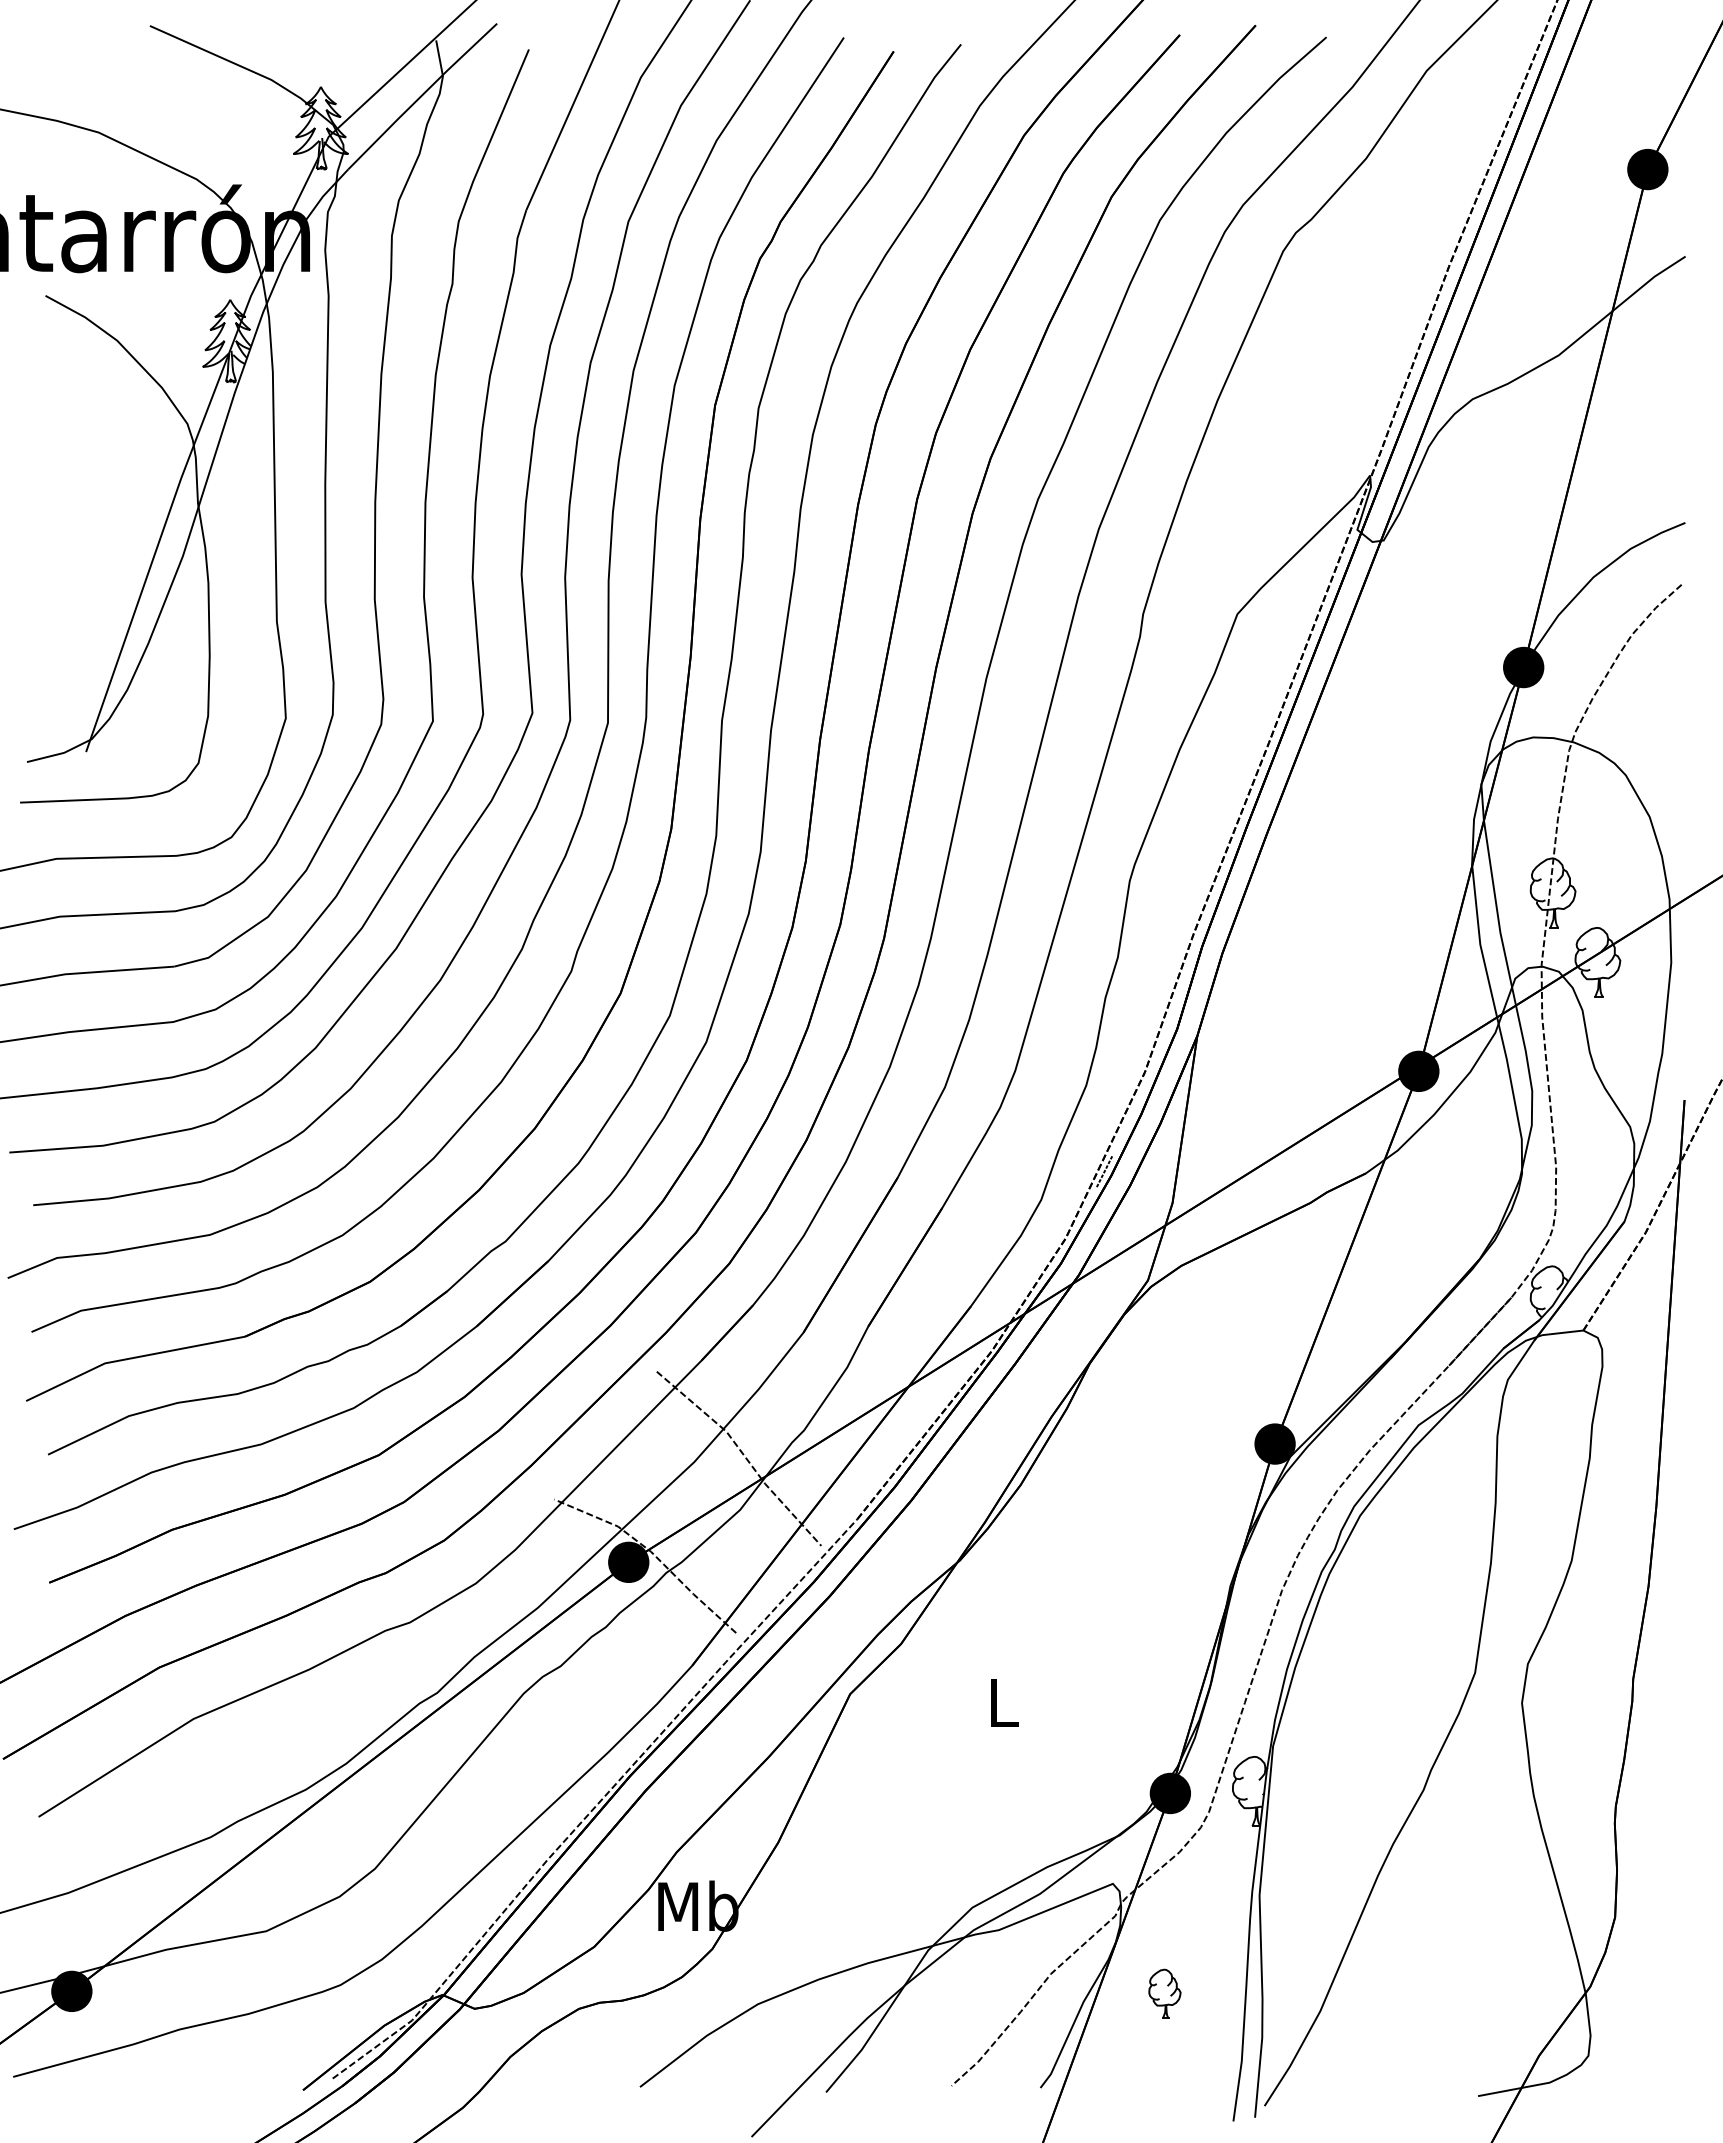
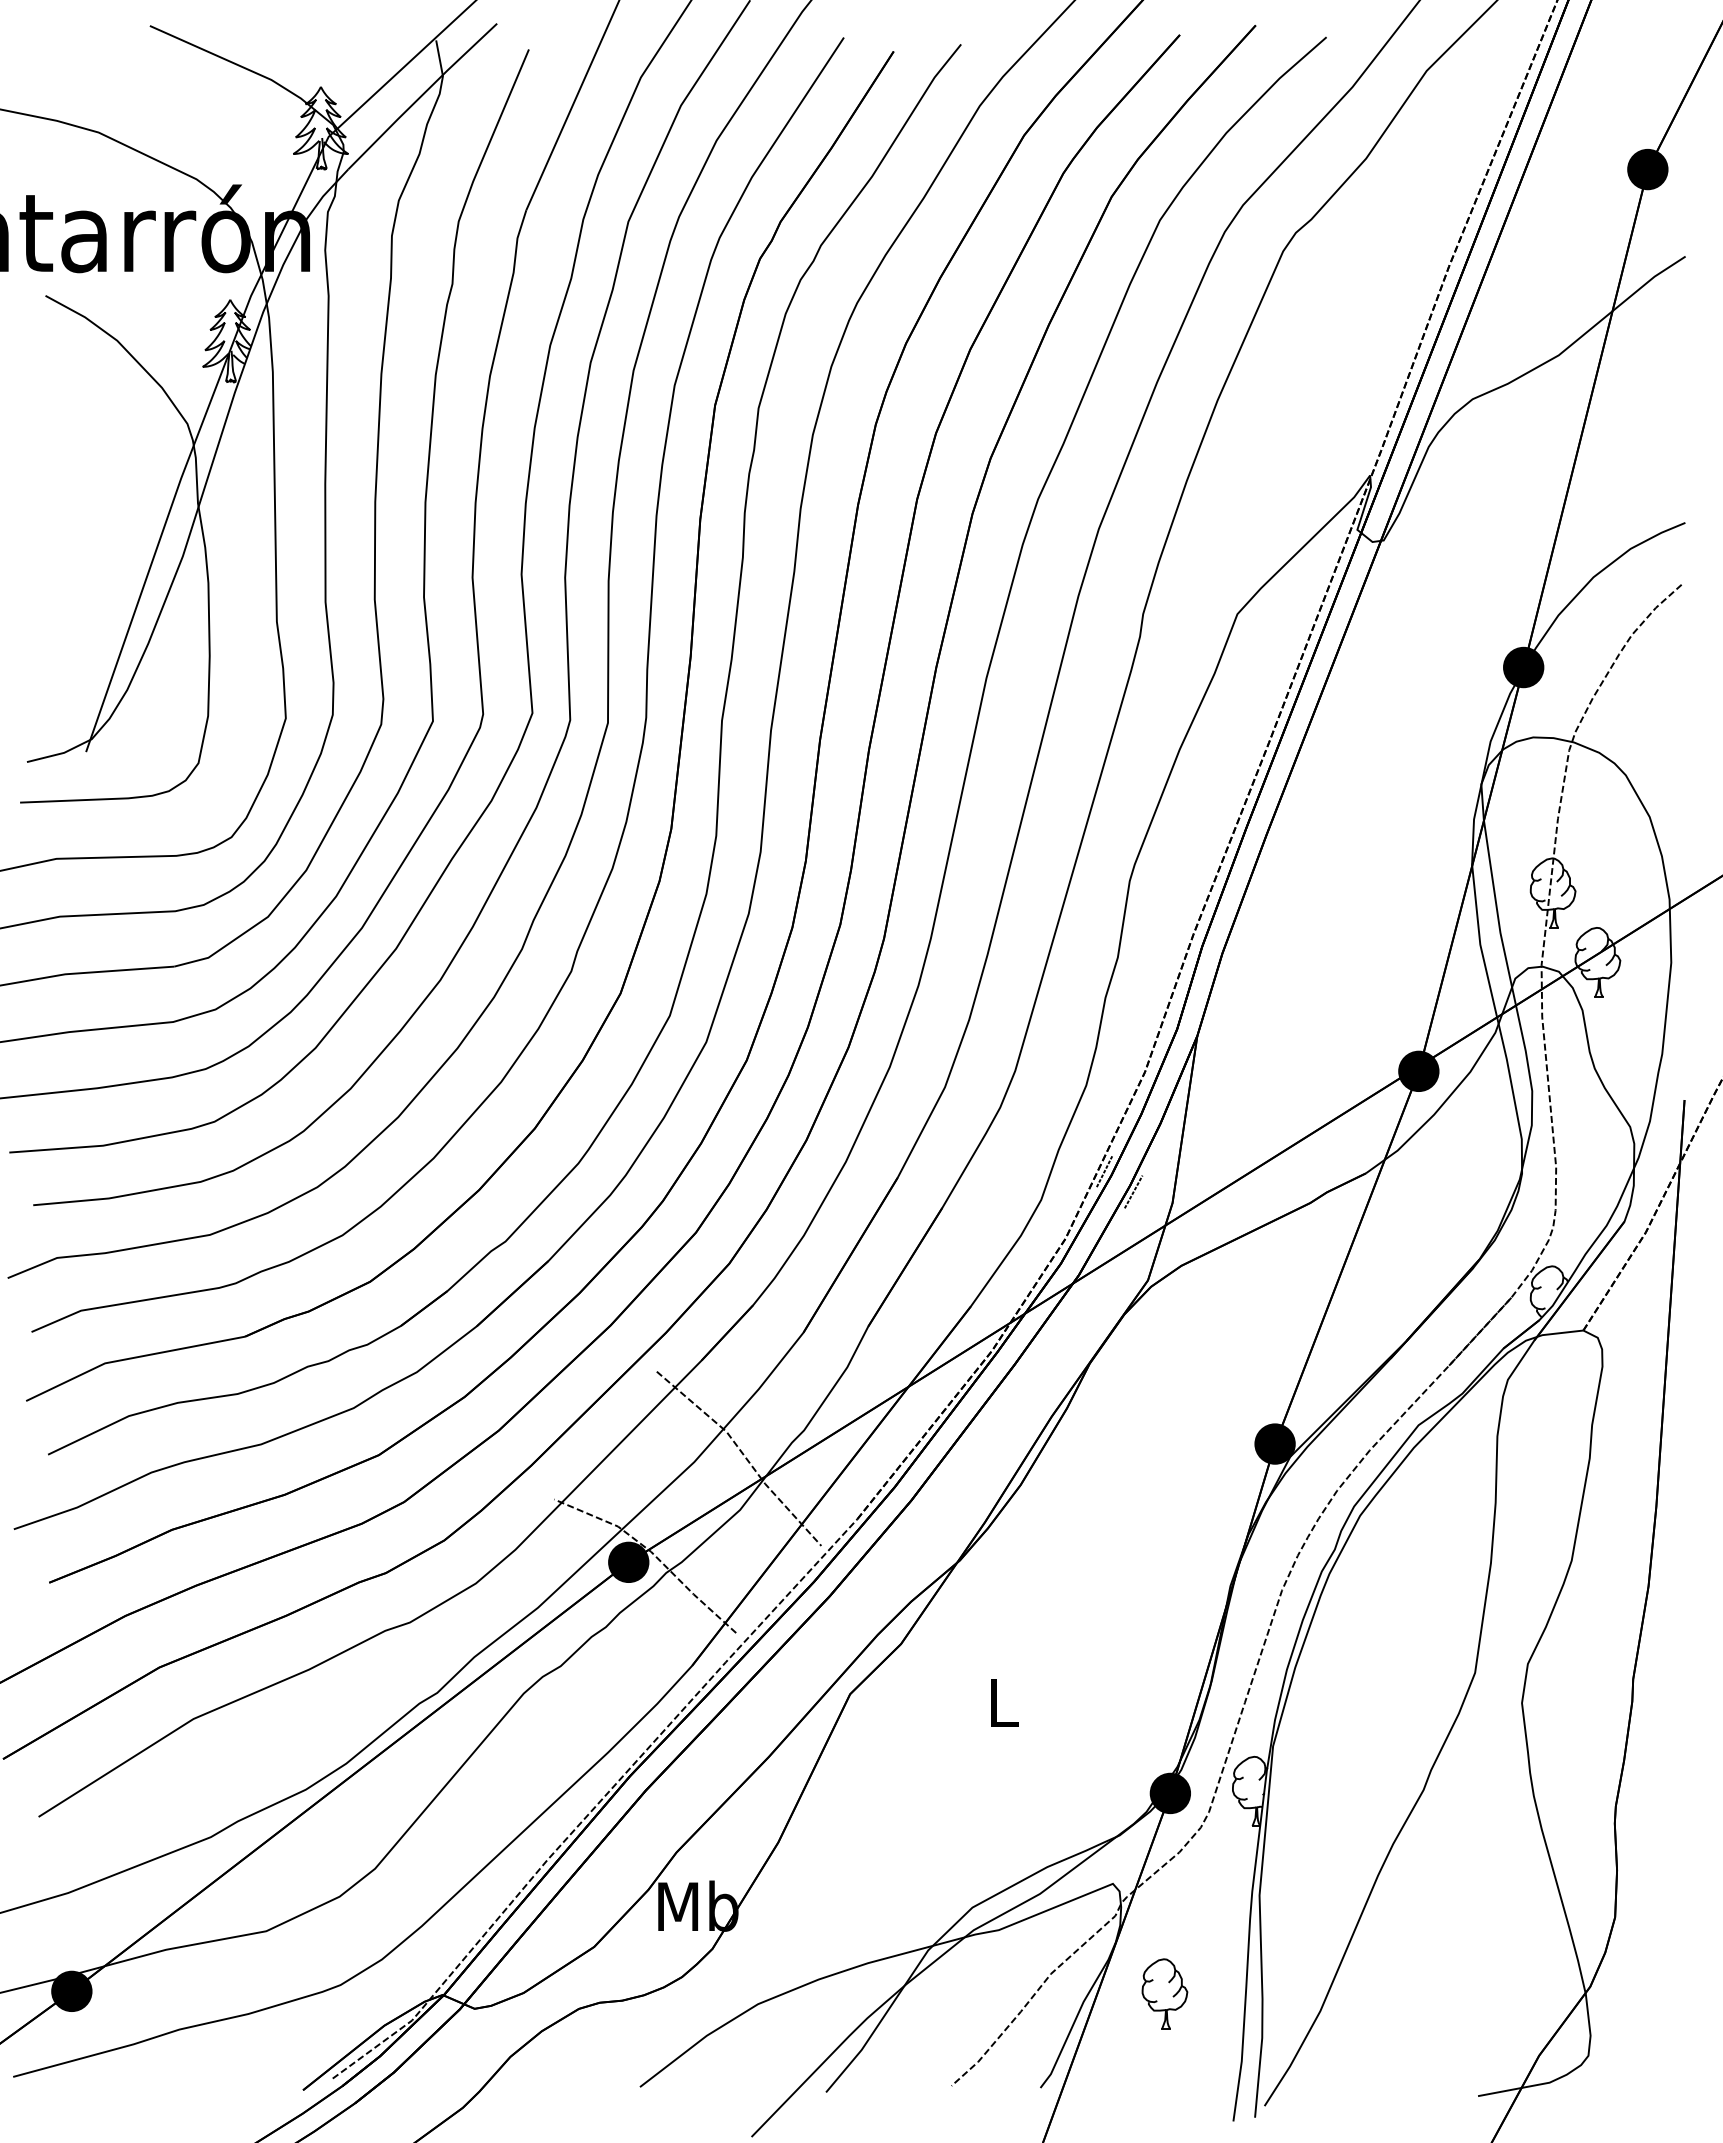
line at (1133, 1191): none -> present
part at (1164, 1993) size: 34x51 px -> 48x72 px
